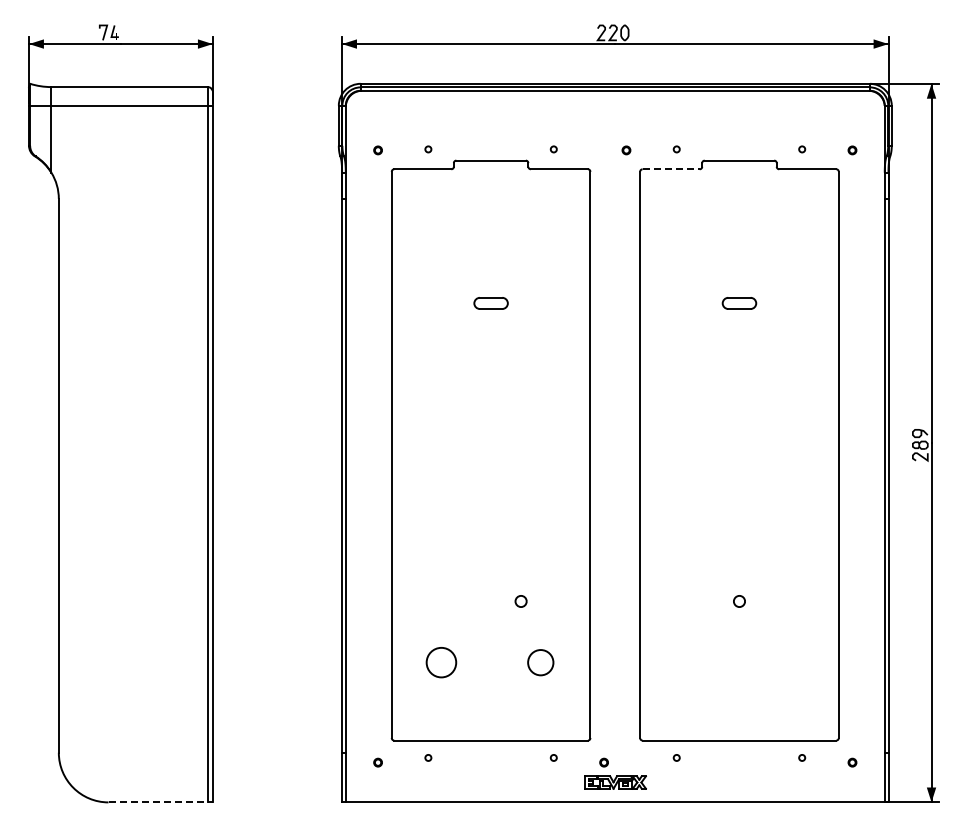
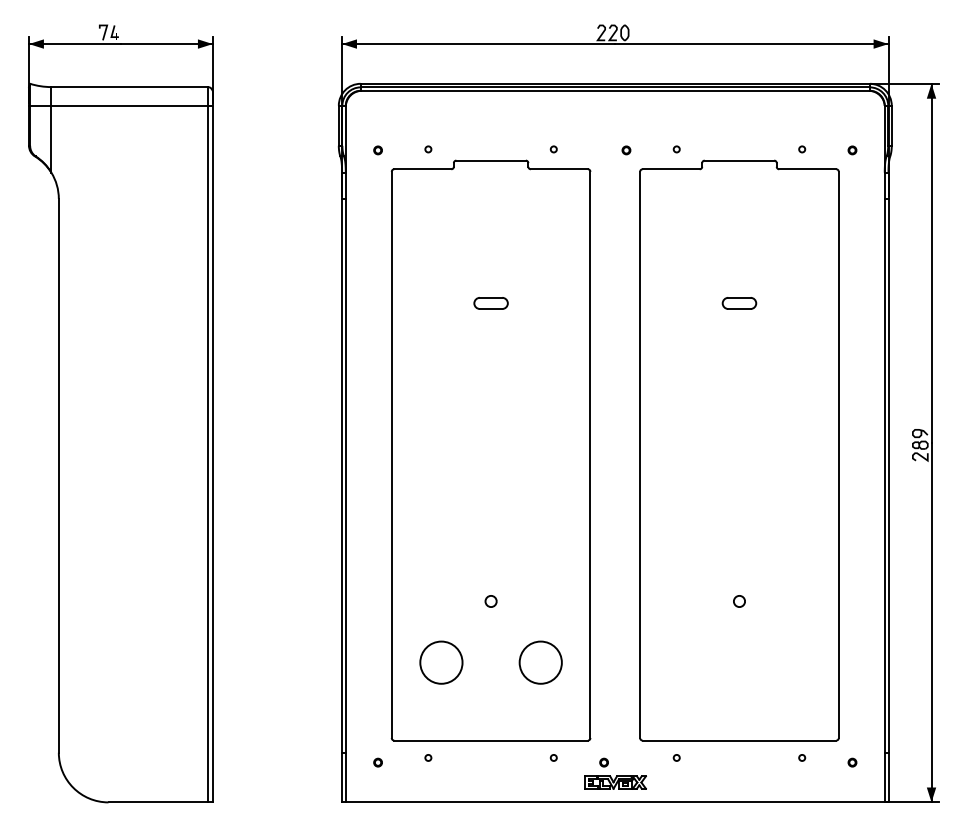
line at (671, 169): dashed -> solid
circle at (520, 601) position: (520, 601) -> (490, 601)
circle at (441, 662) size: 33x32 px -> 45x45 px
circle at (540, 662) diameter: 25 px -> 42 px
line at (161, 802): dashed -> solid
